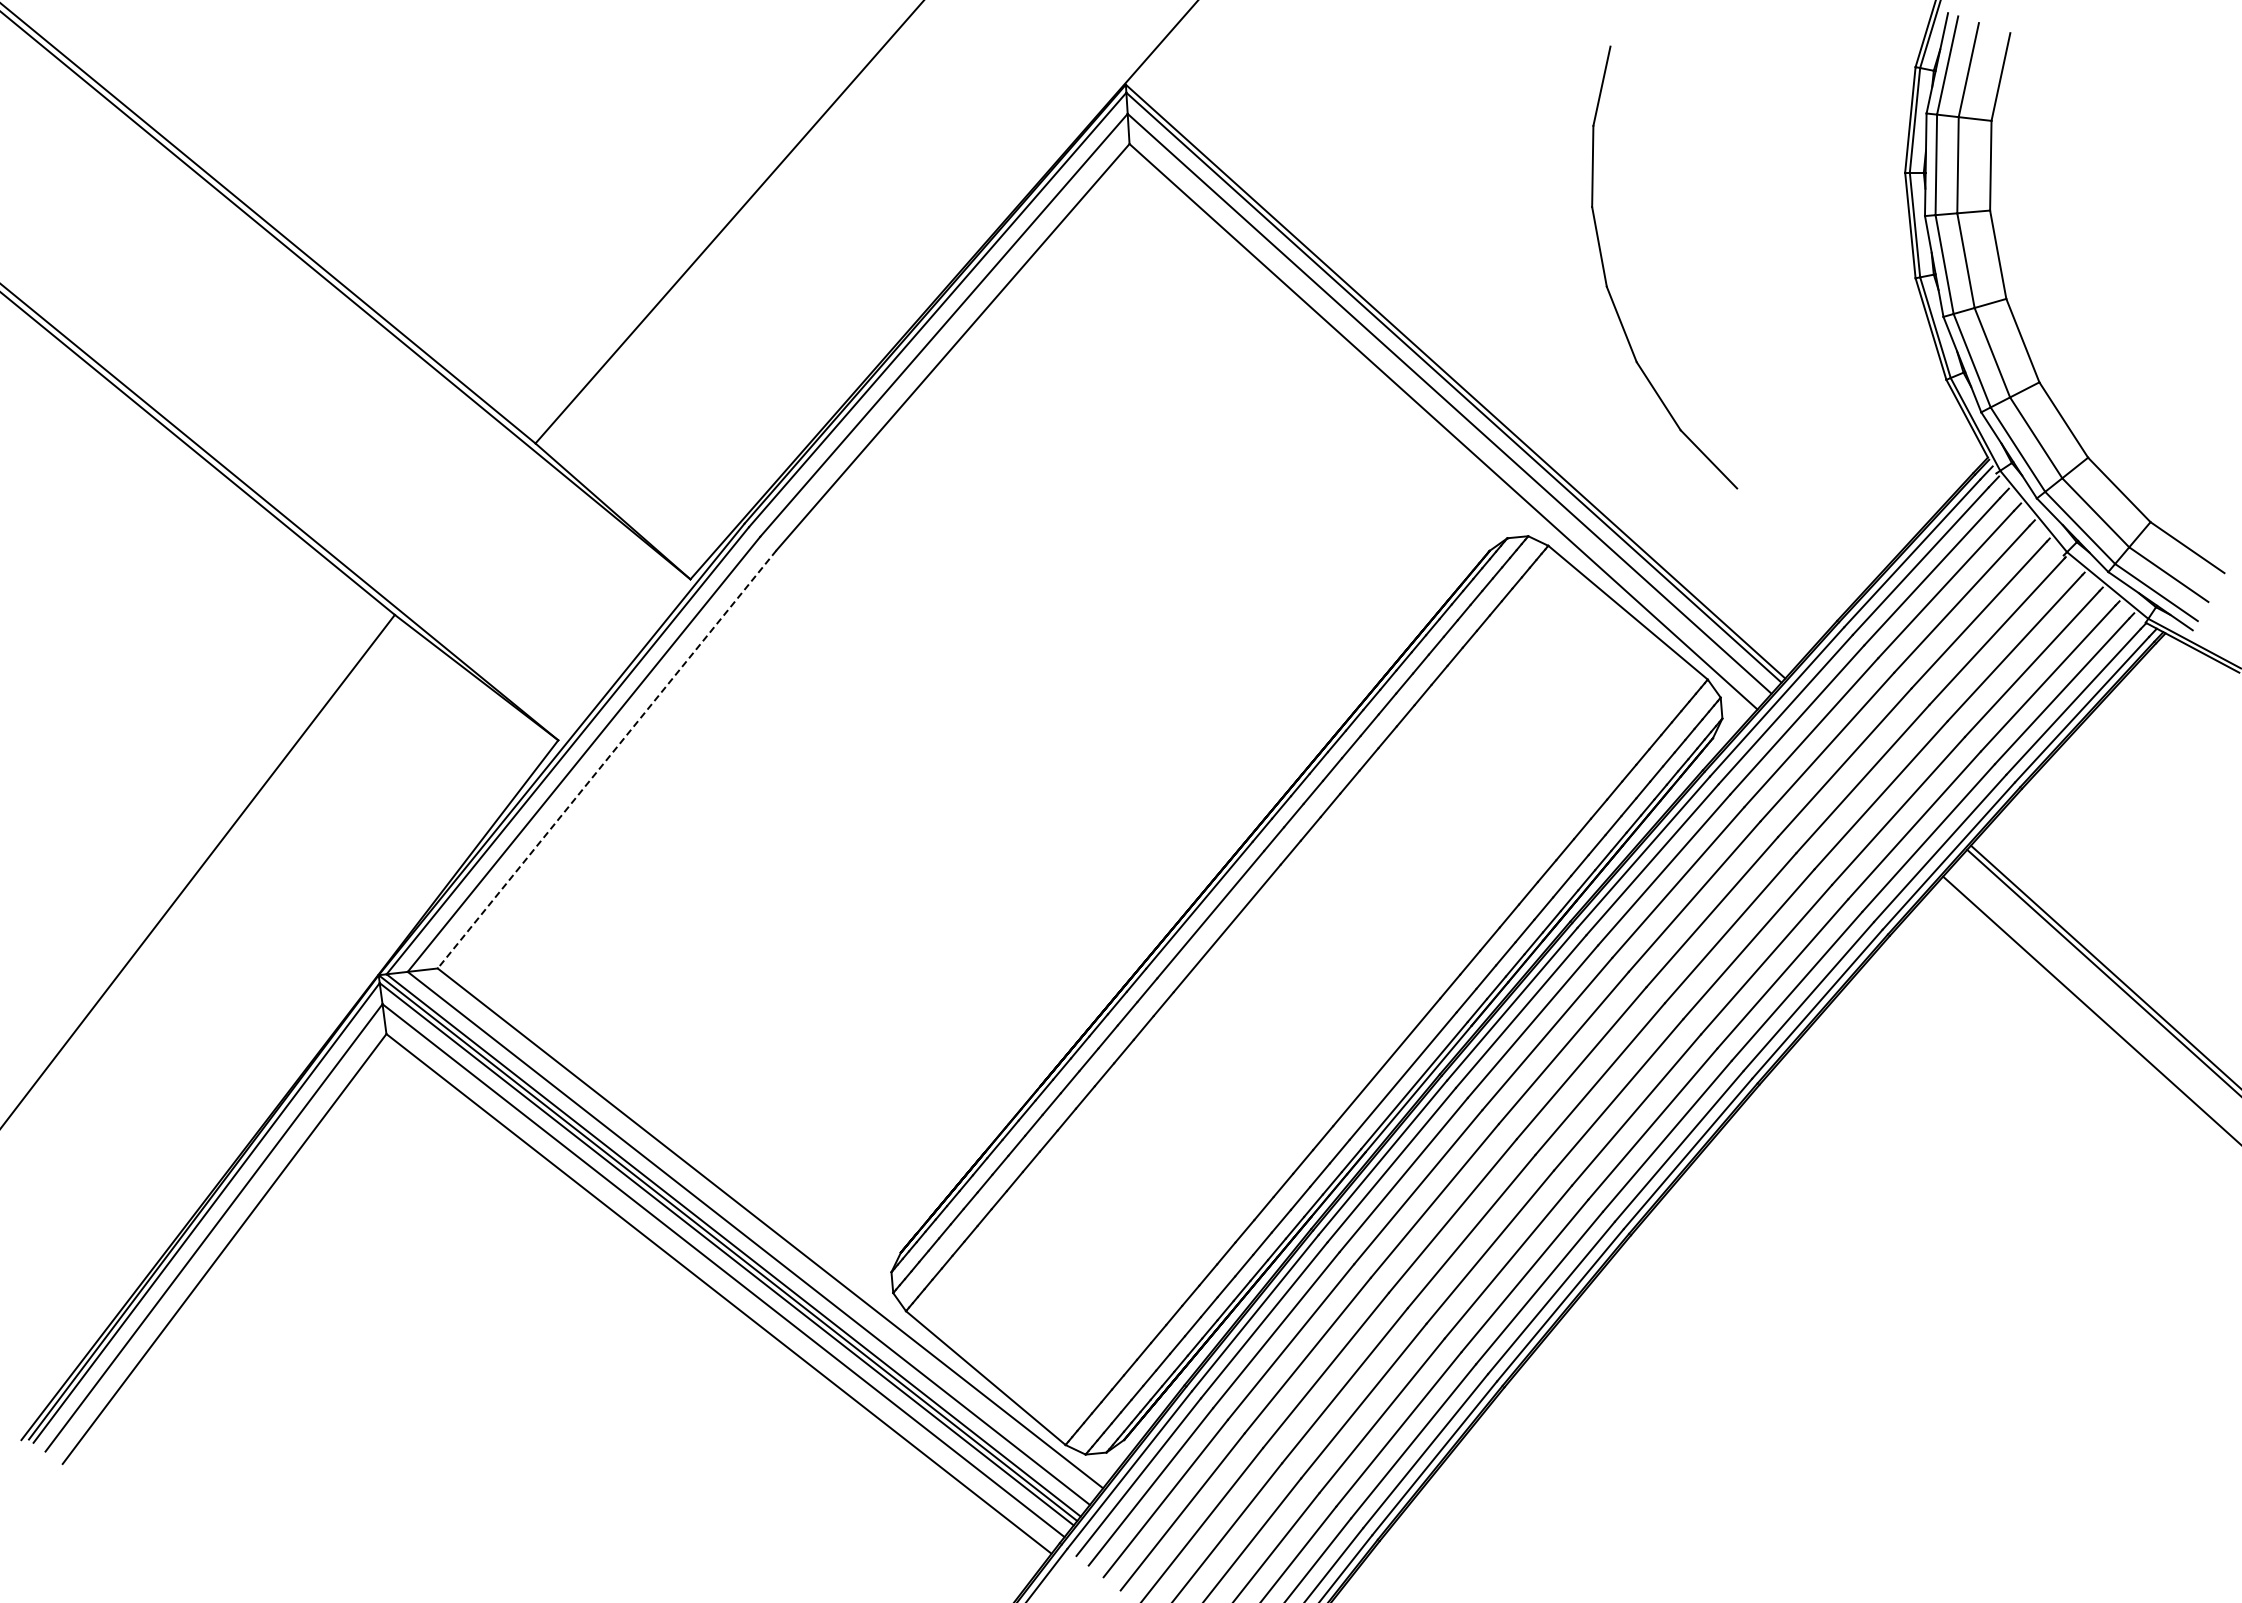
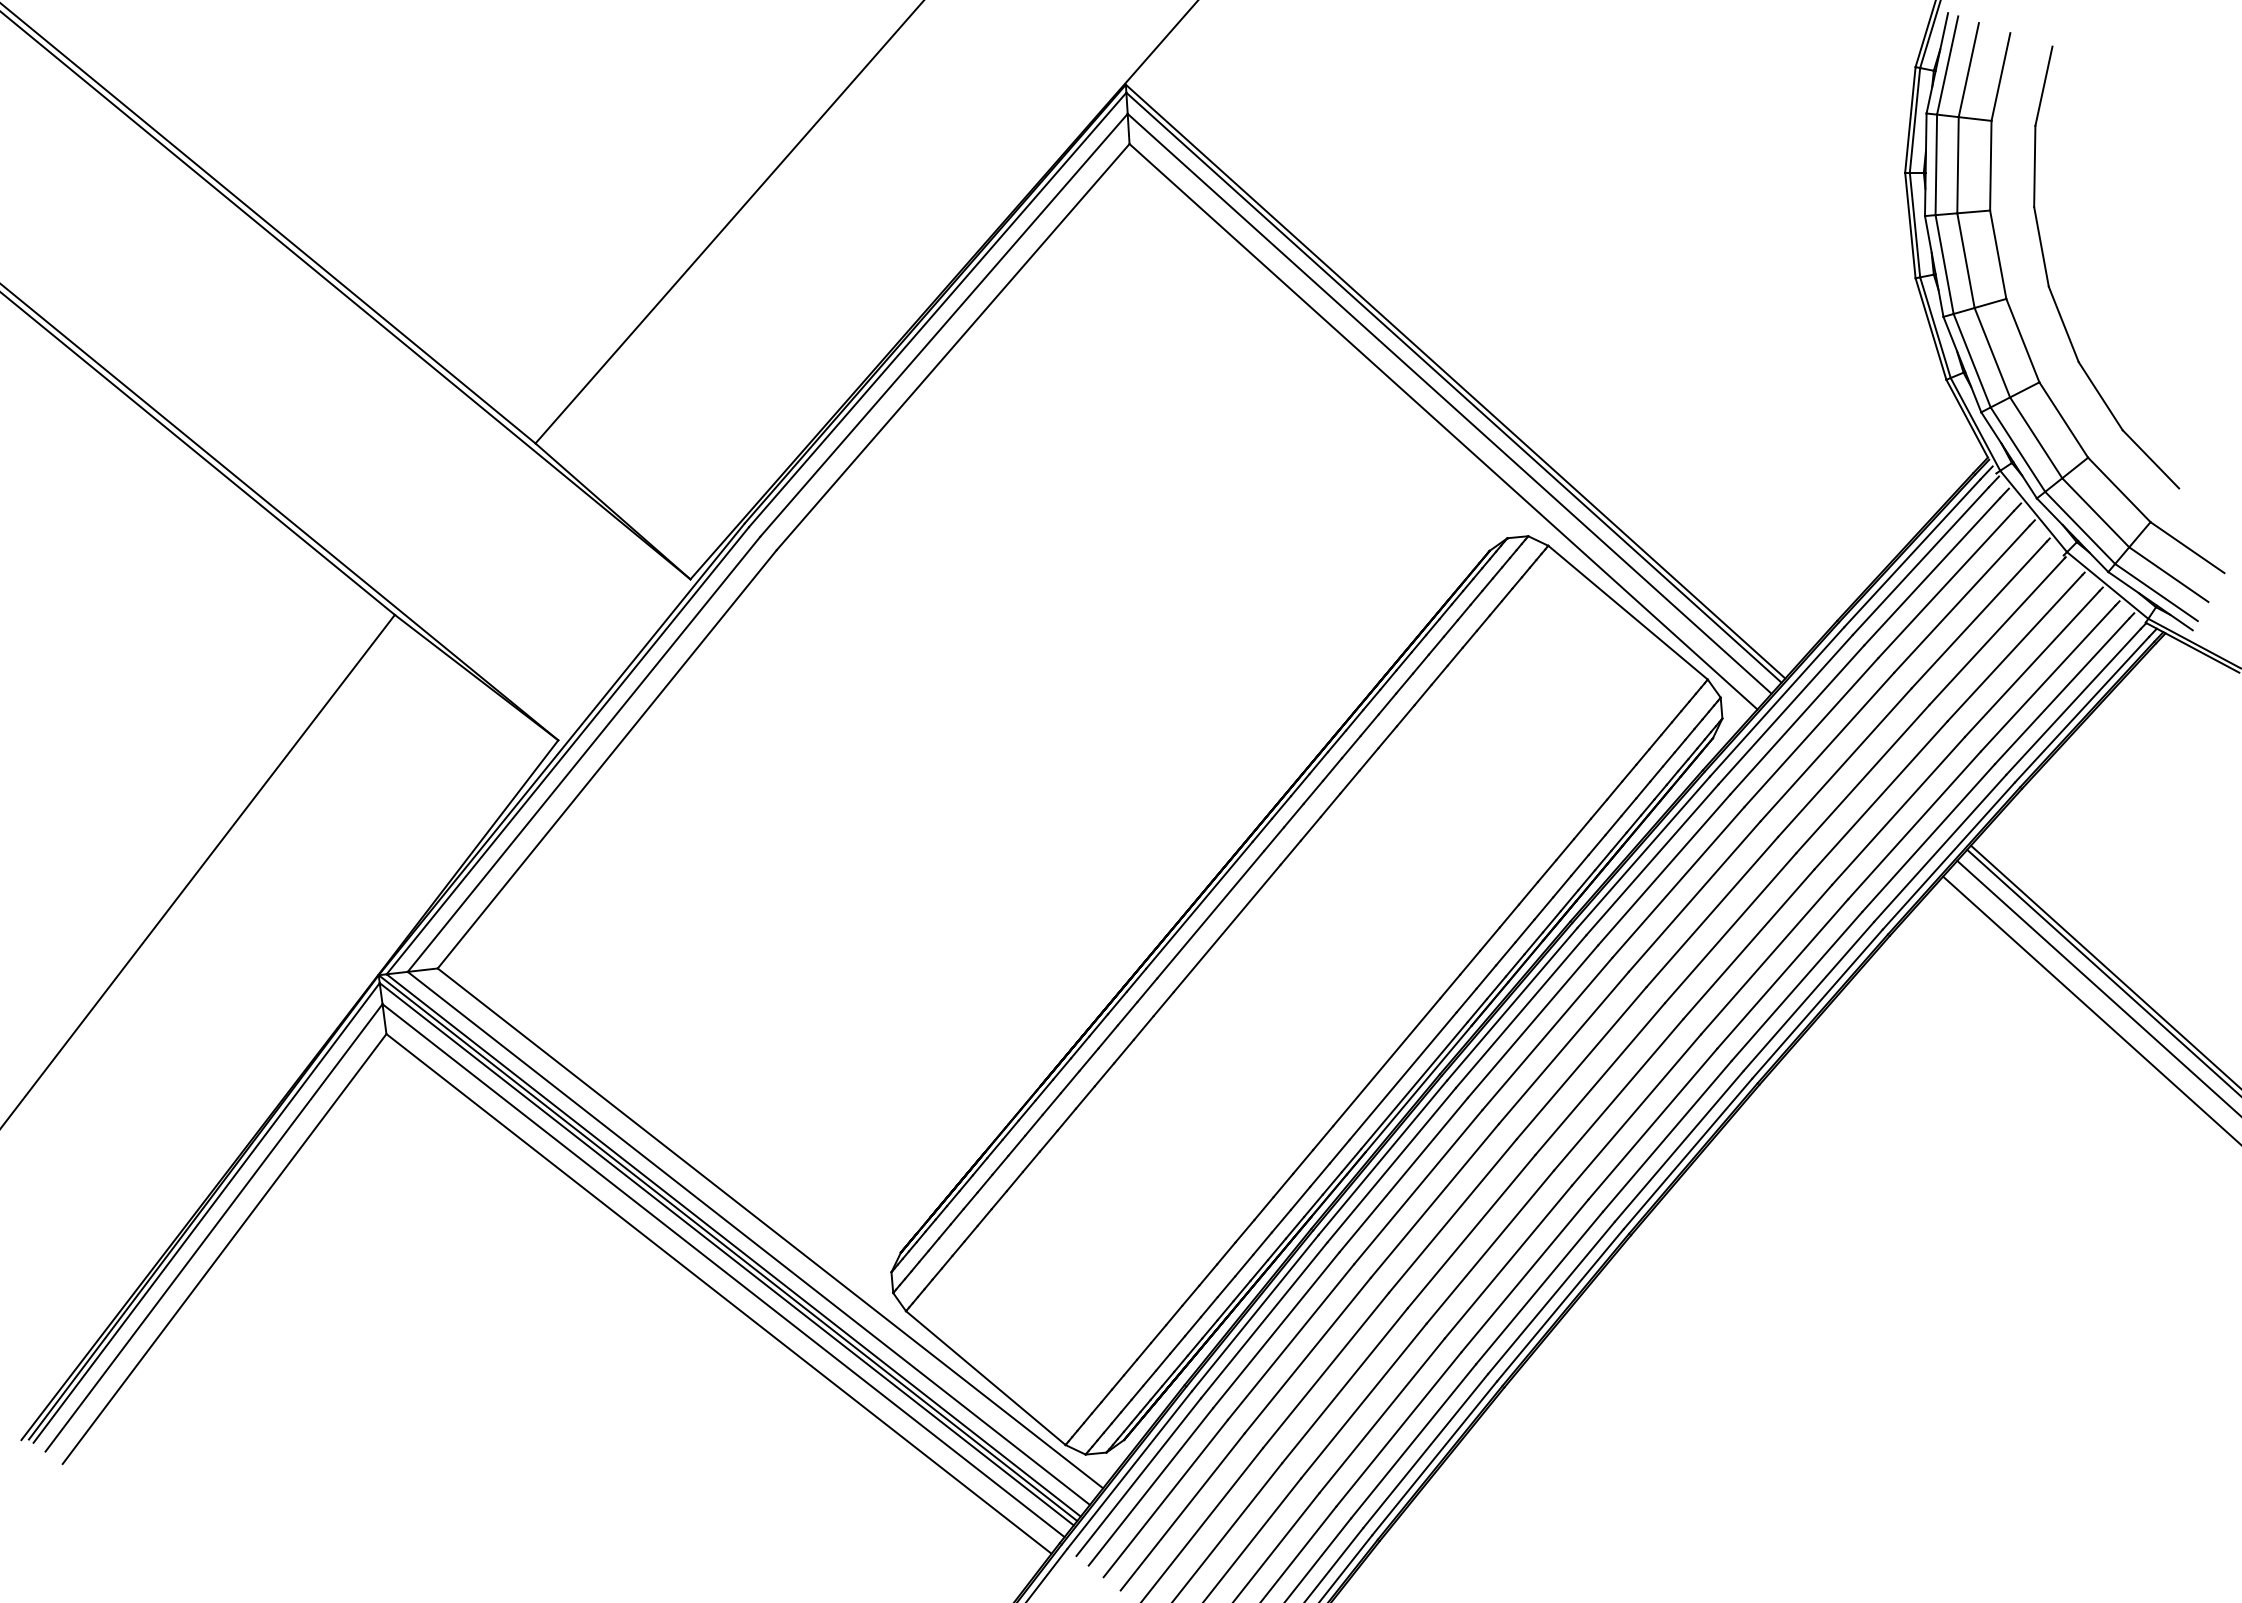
part at (1606, 278) position: (1606, 278) -> (2048, 278)
line at (606, 759): dashed -> solid
line at (2097, 986): none -> present
